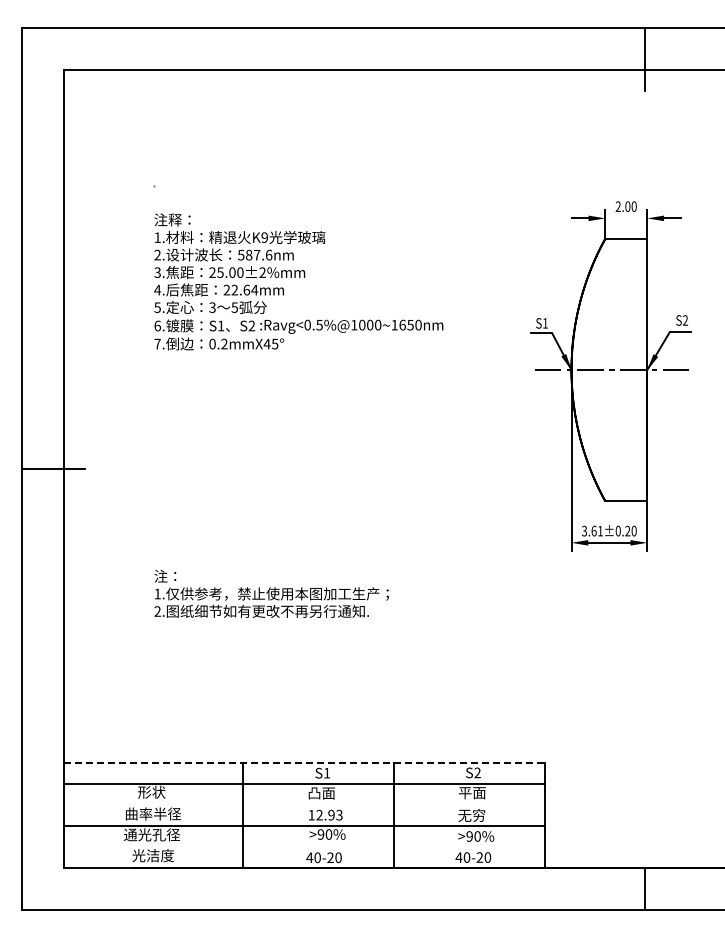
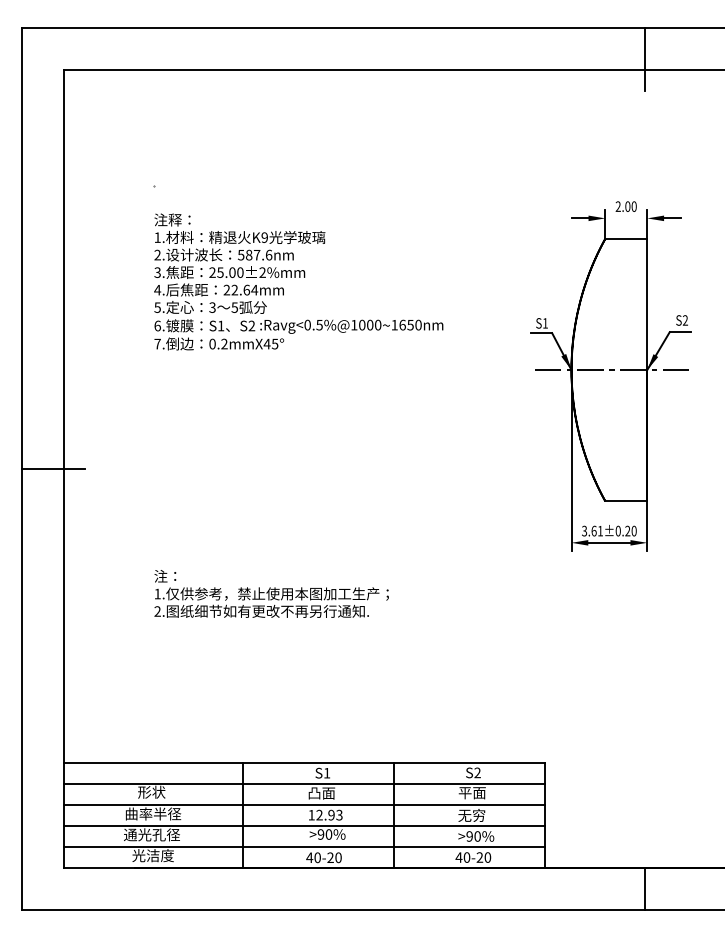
line at (304, 762): dashed -> solid
line at (304, 804): none -> present
line at (304, 846): none -> present
